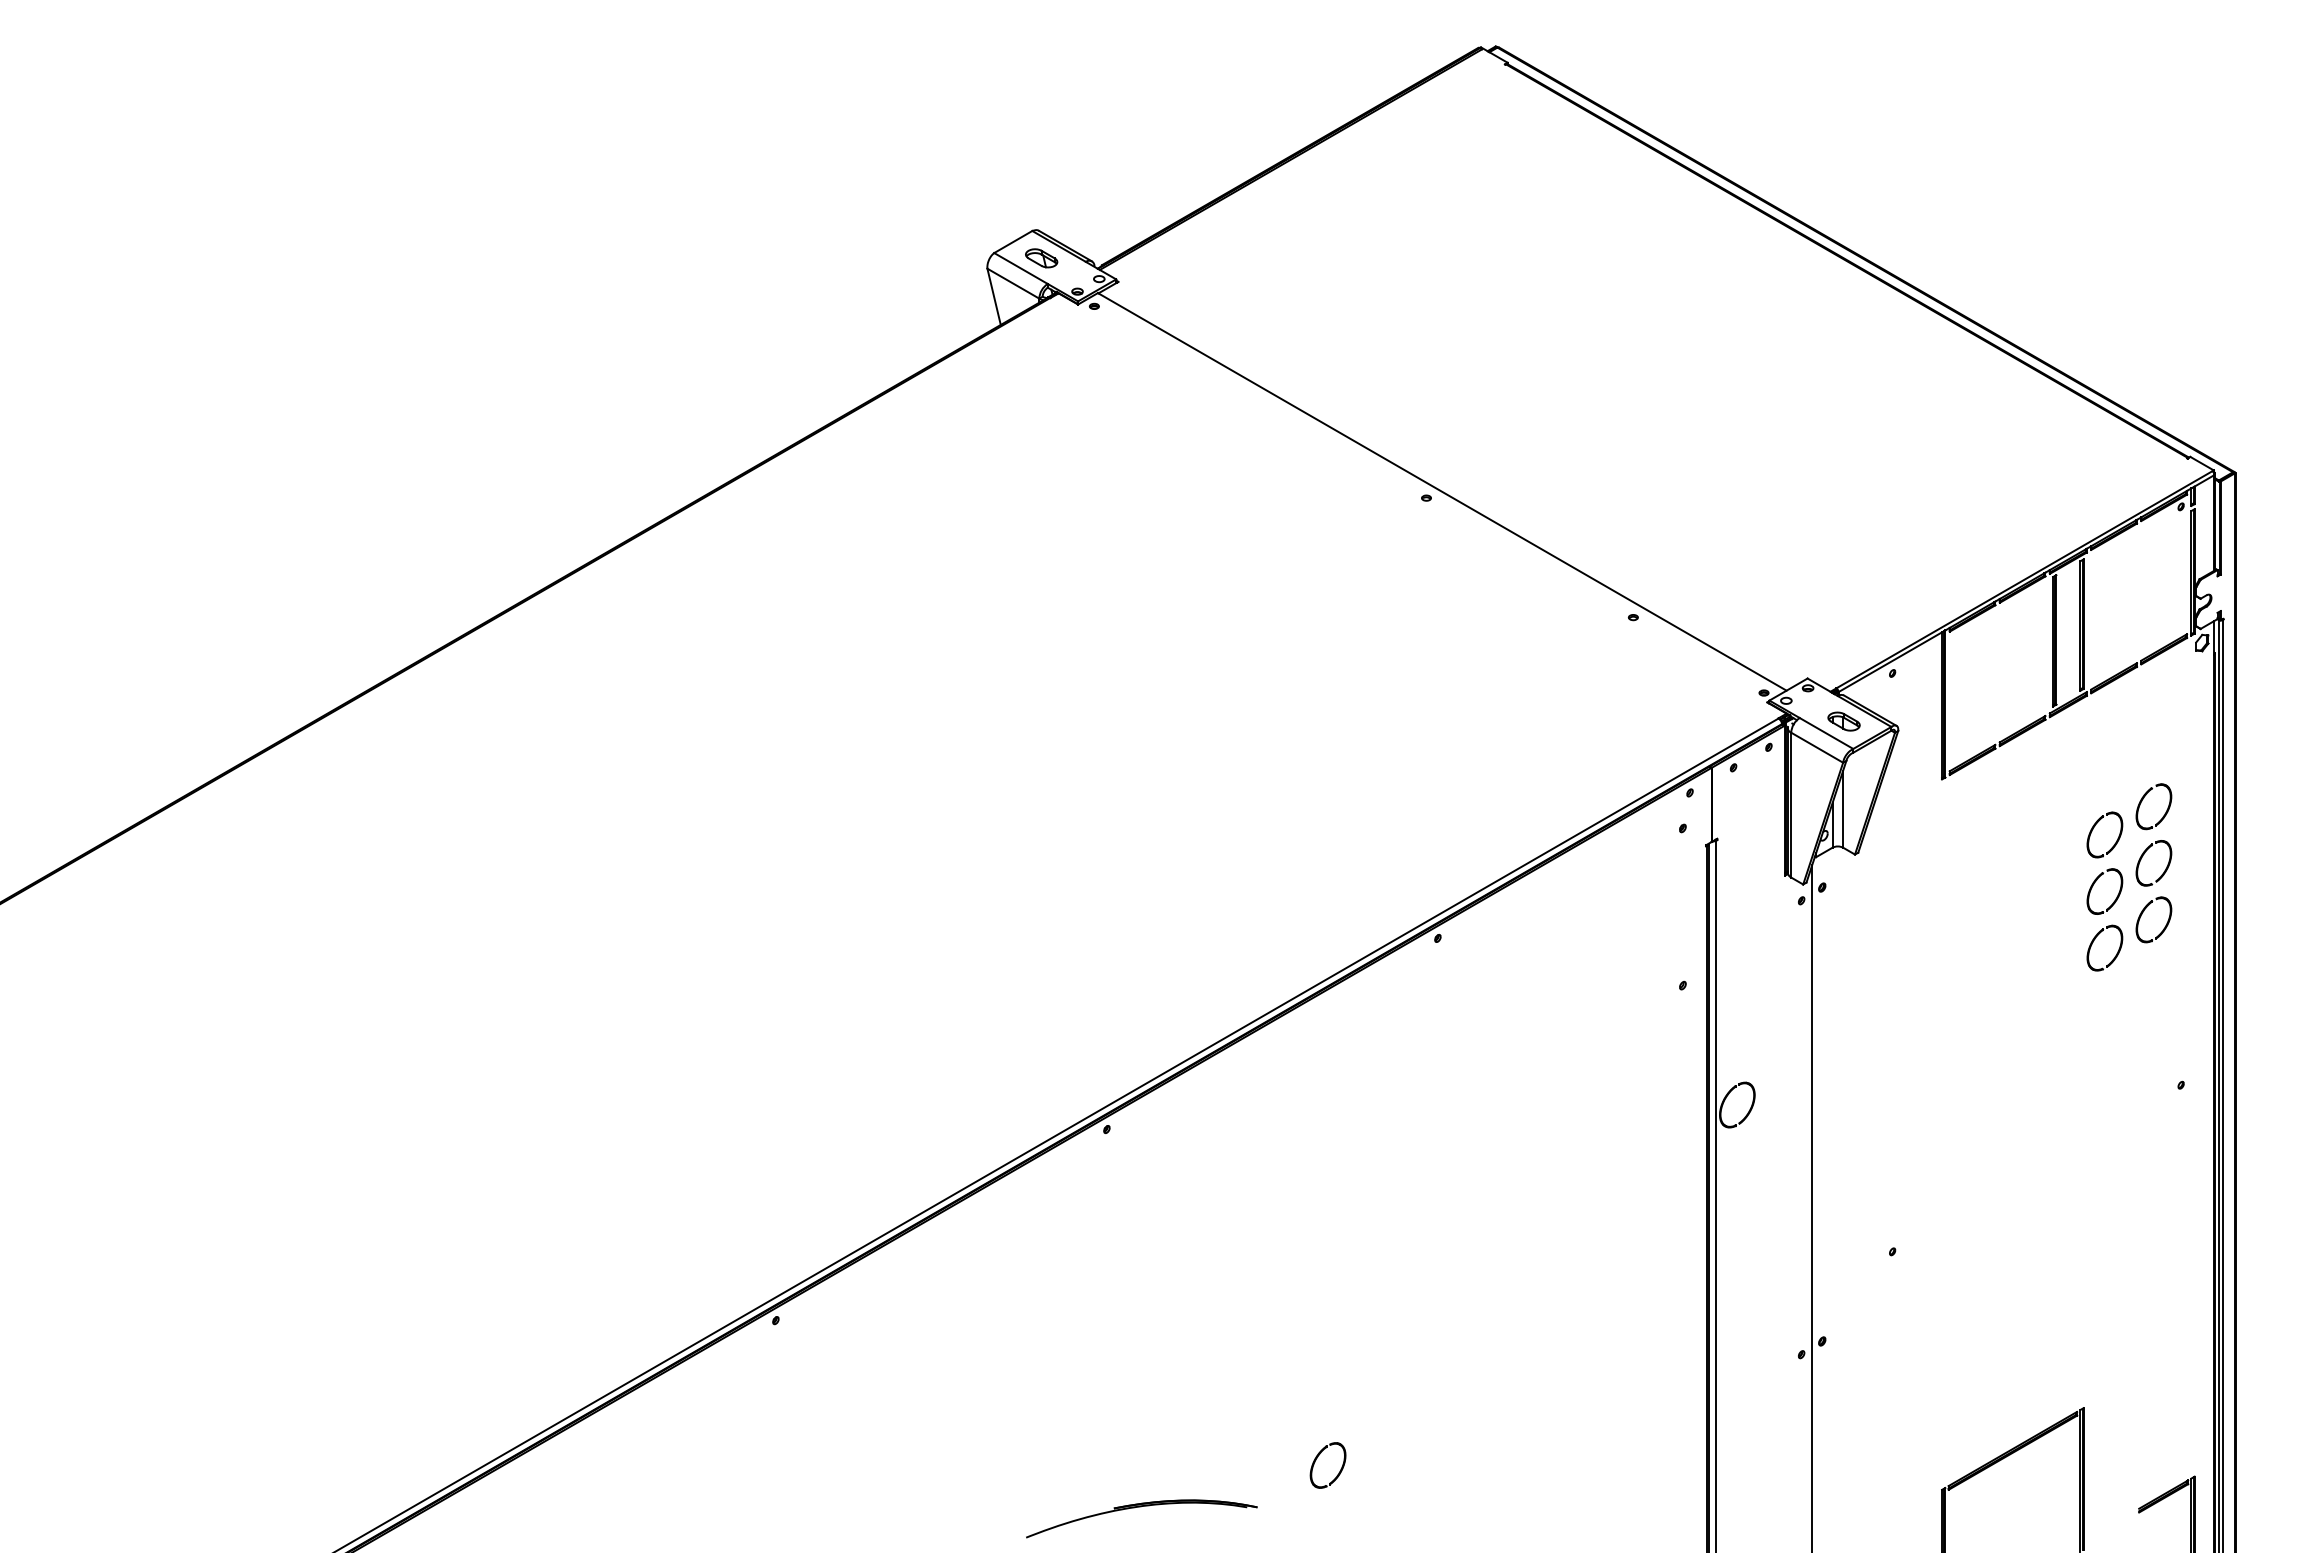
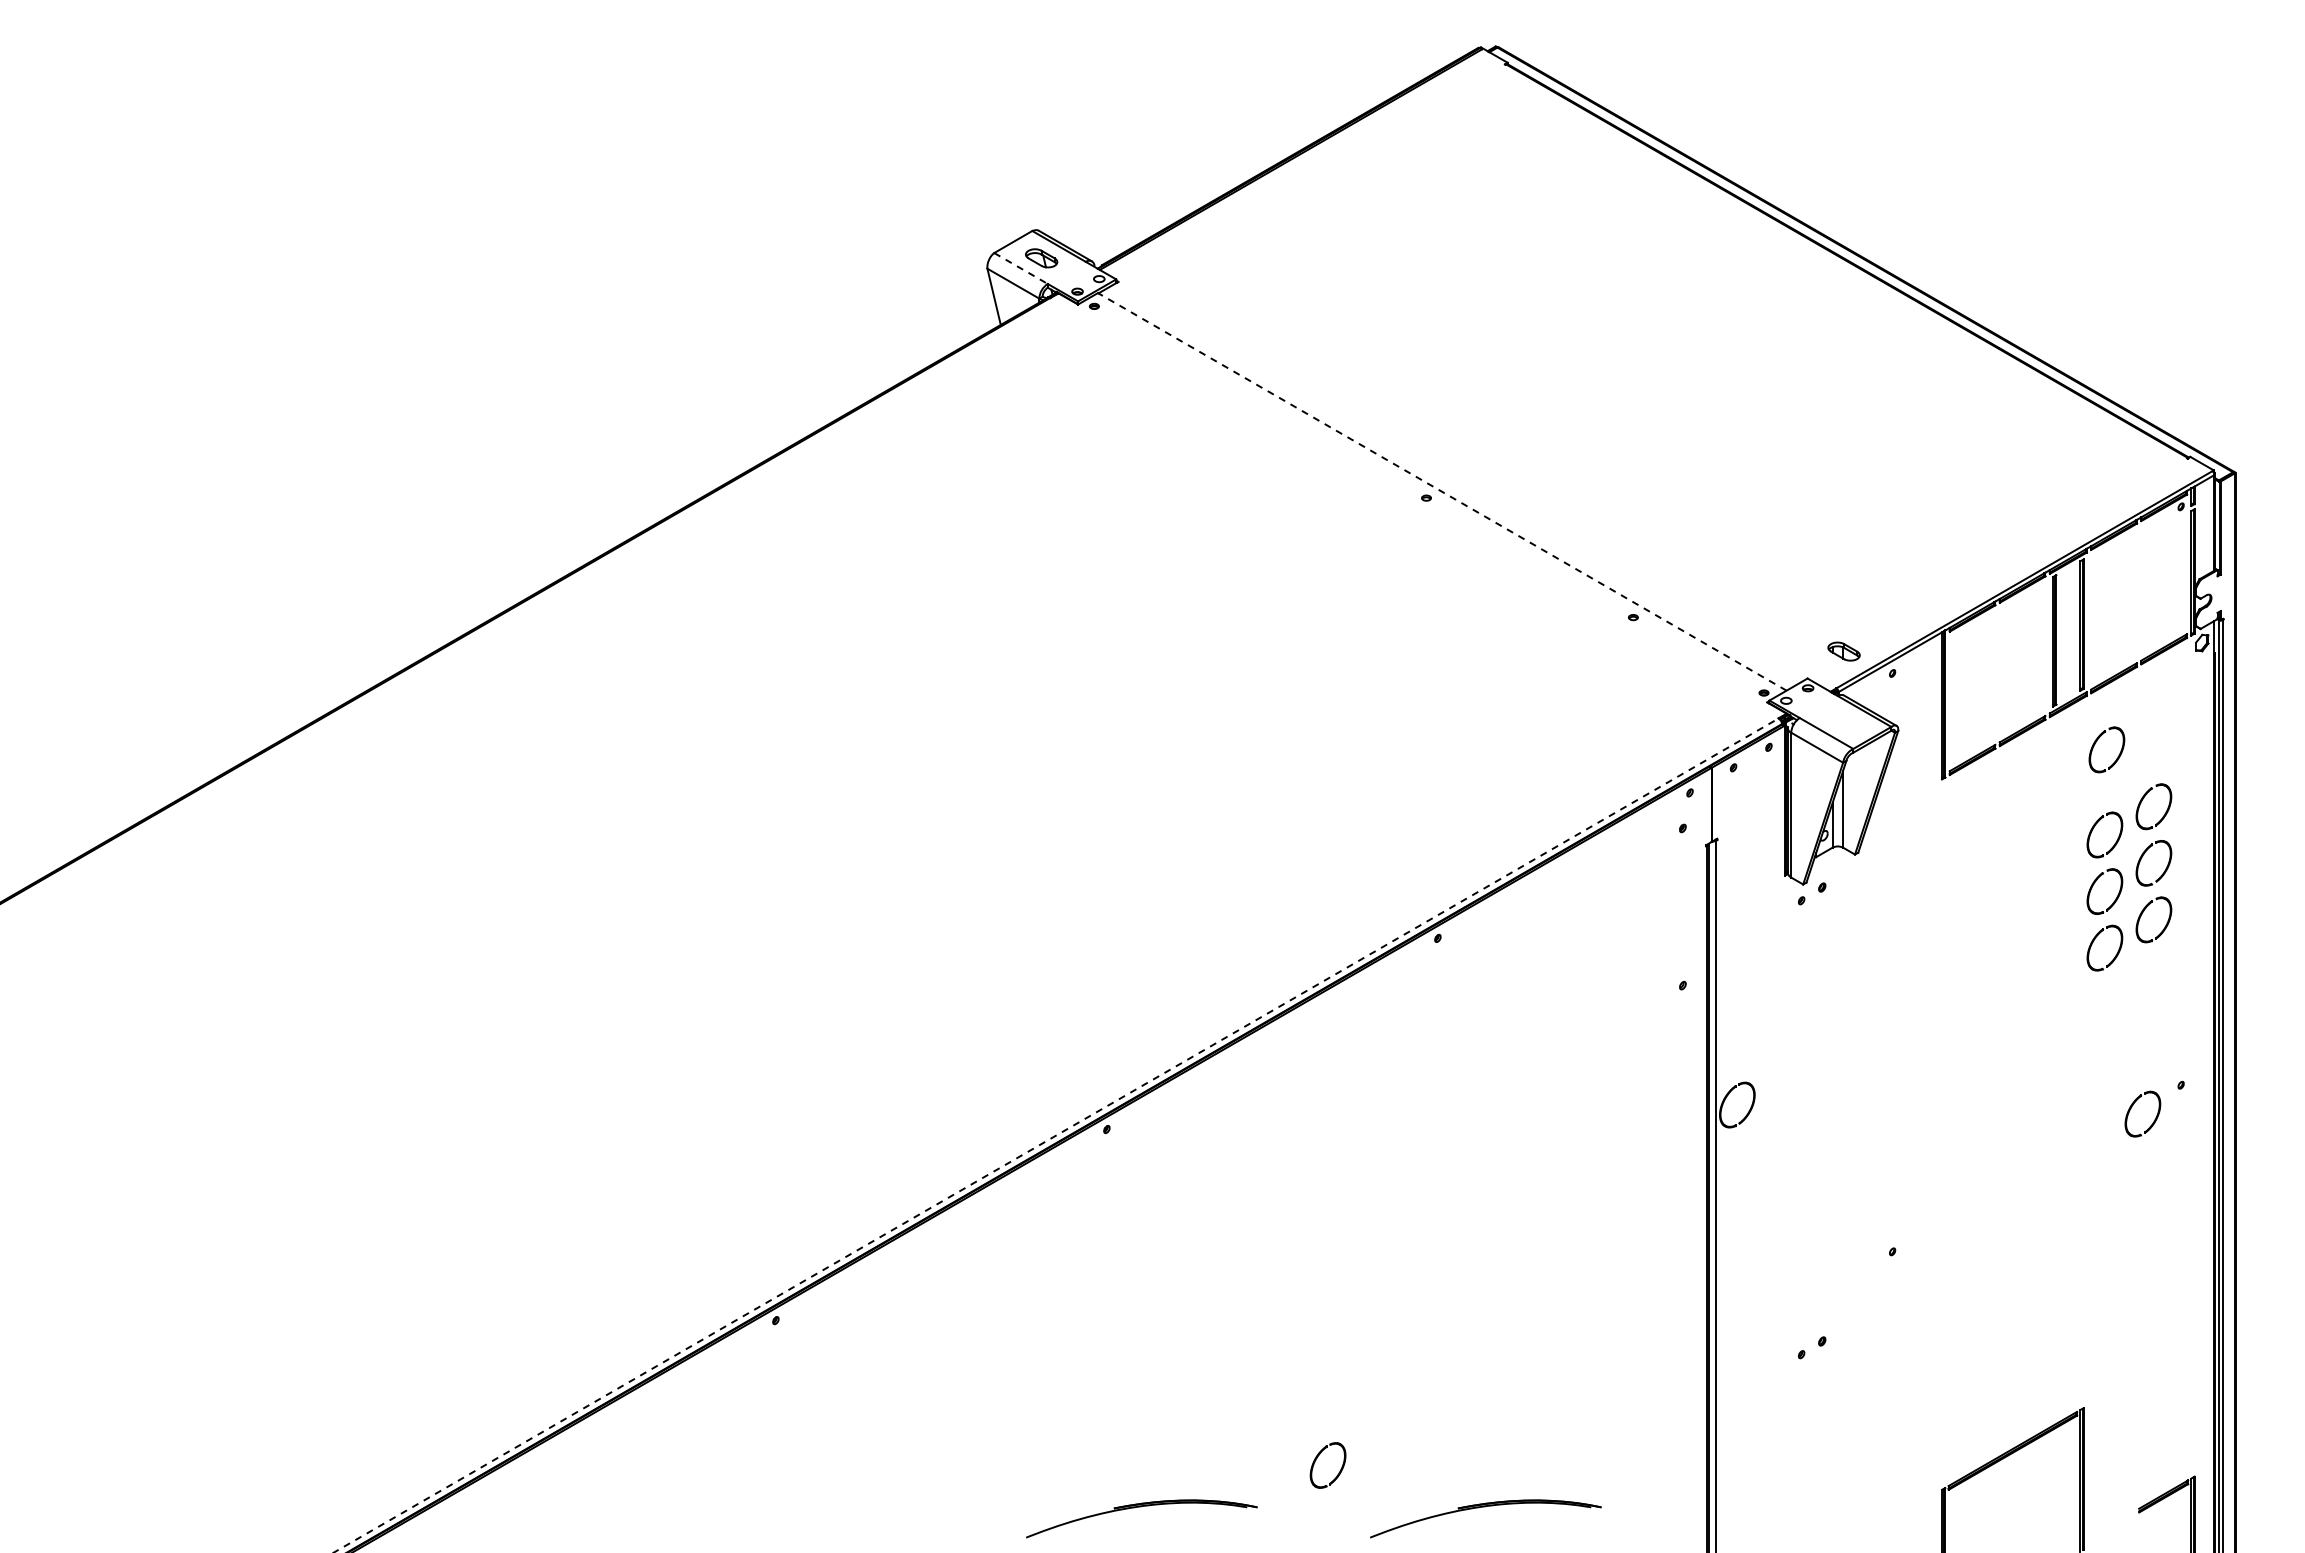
line at (1021, 268): solid -> dashed
line at (1442, 491): solid -> dashed
part at (1843, 721) position: (1843, 721) -> (1843, 651)
part at (2097, 741): none -> present
part at (2133, 1105): none -> present
line at (1056, 1135): solid -> dashed
line at (1812, 1207): present -> none
part at (1485, 1507): none -> present
